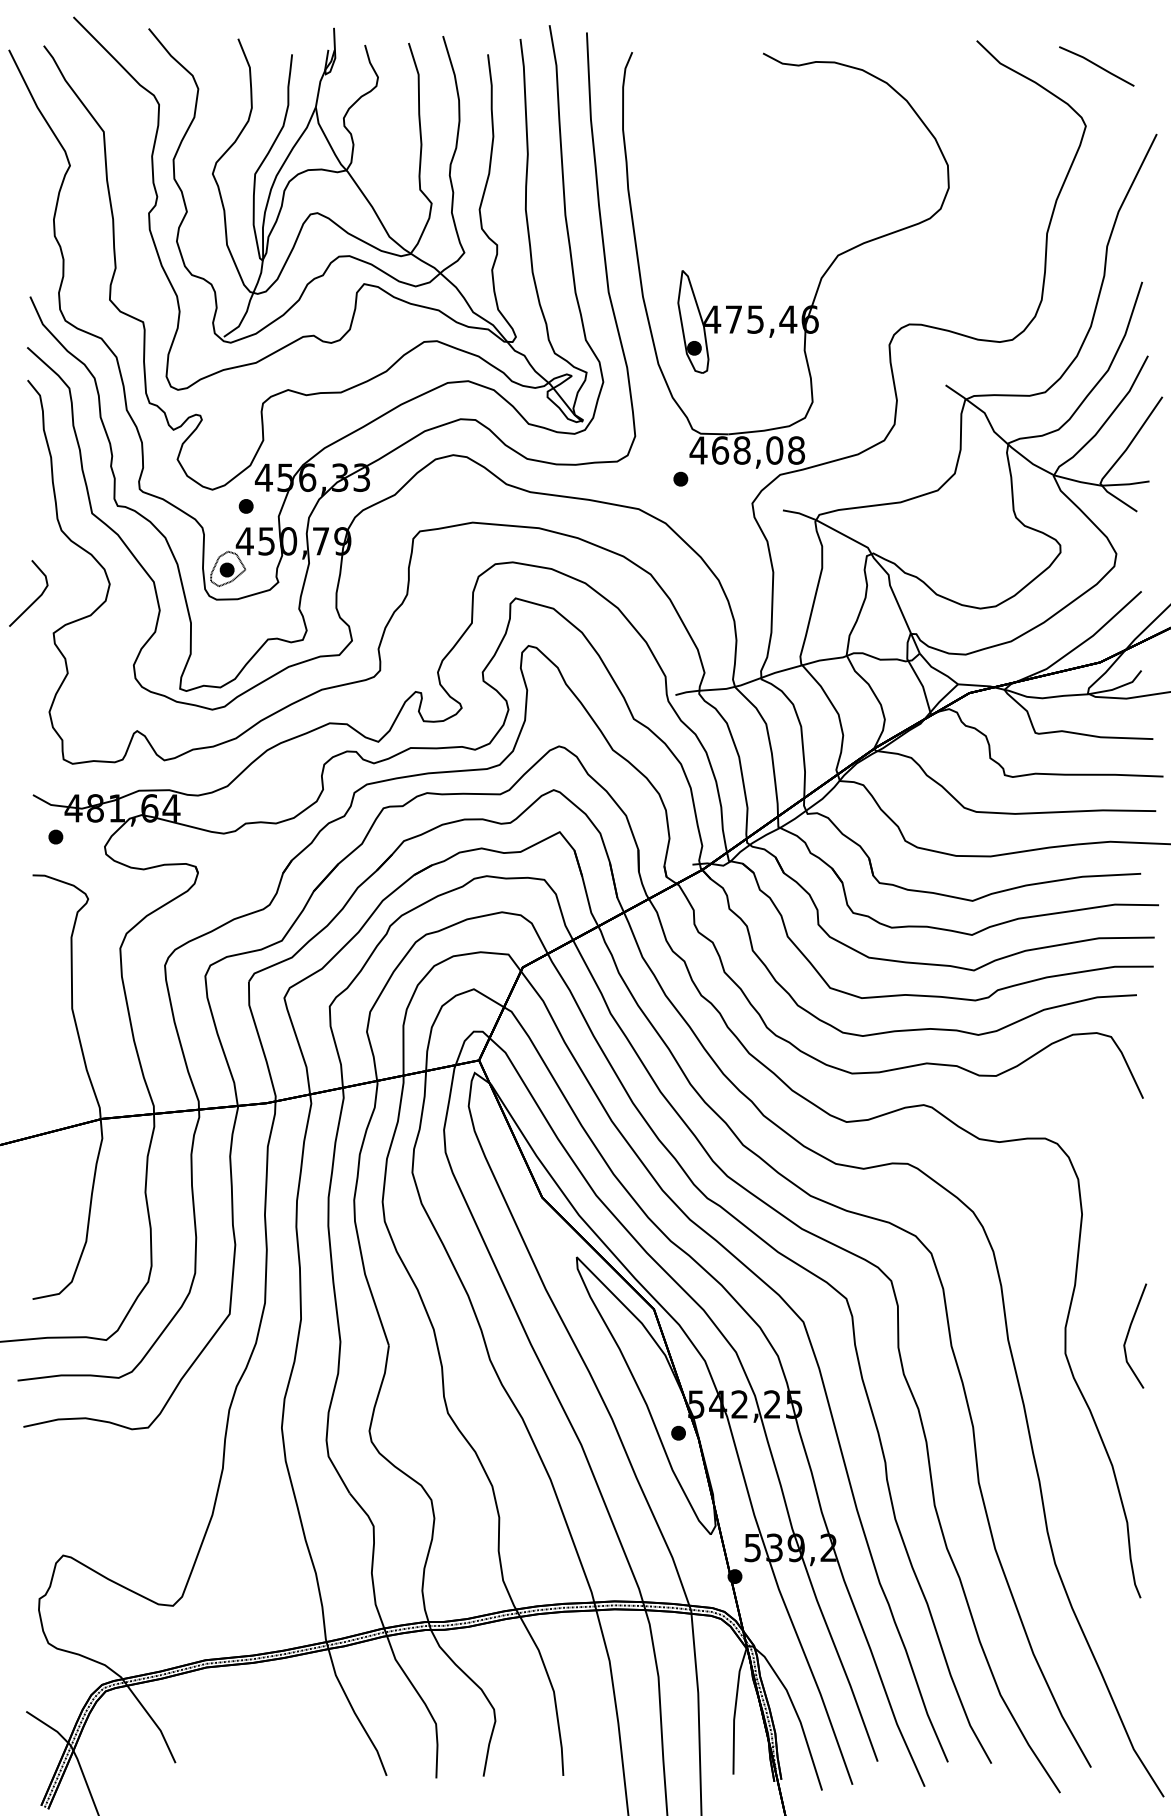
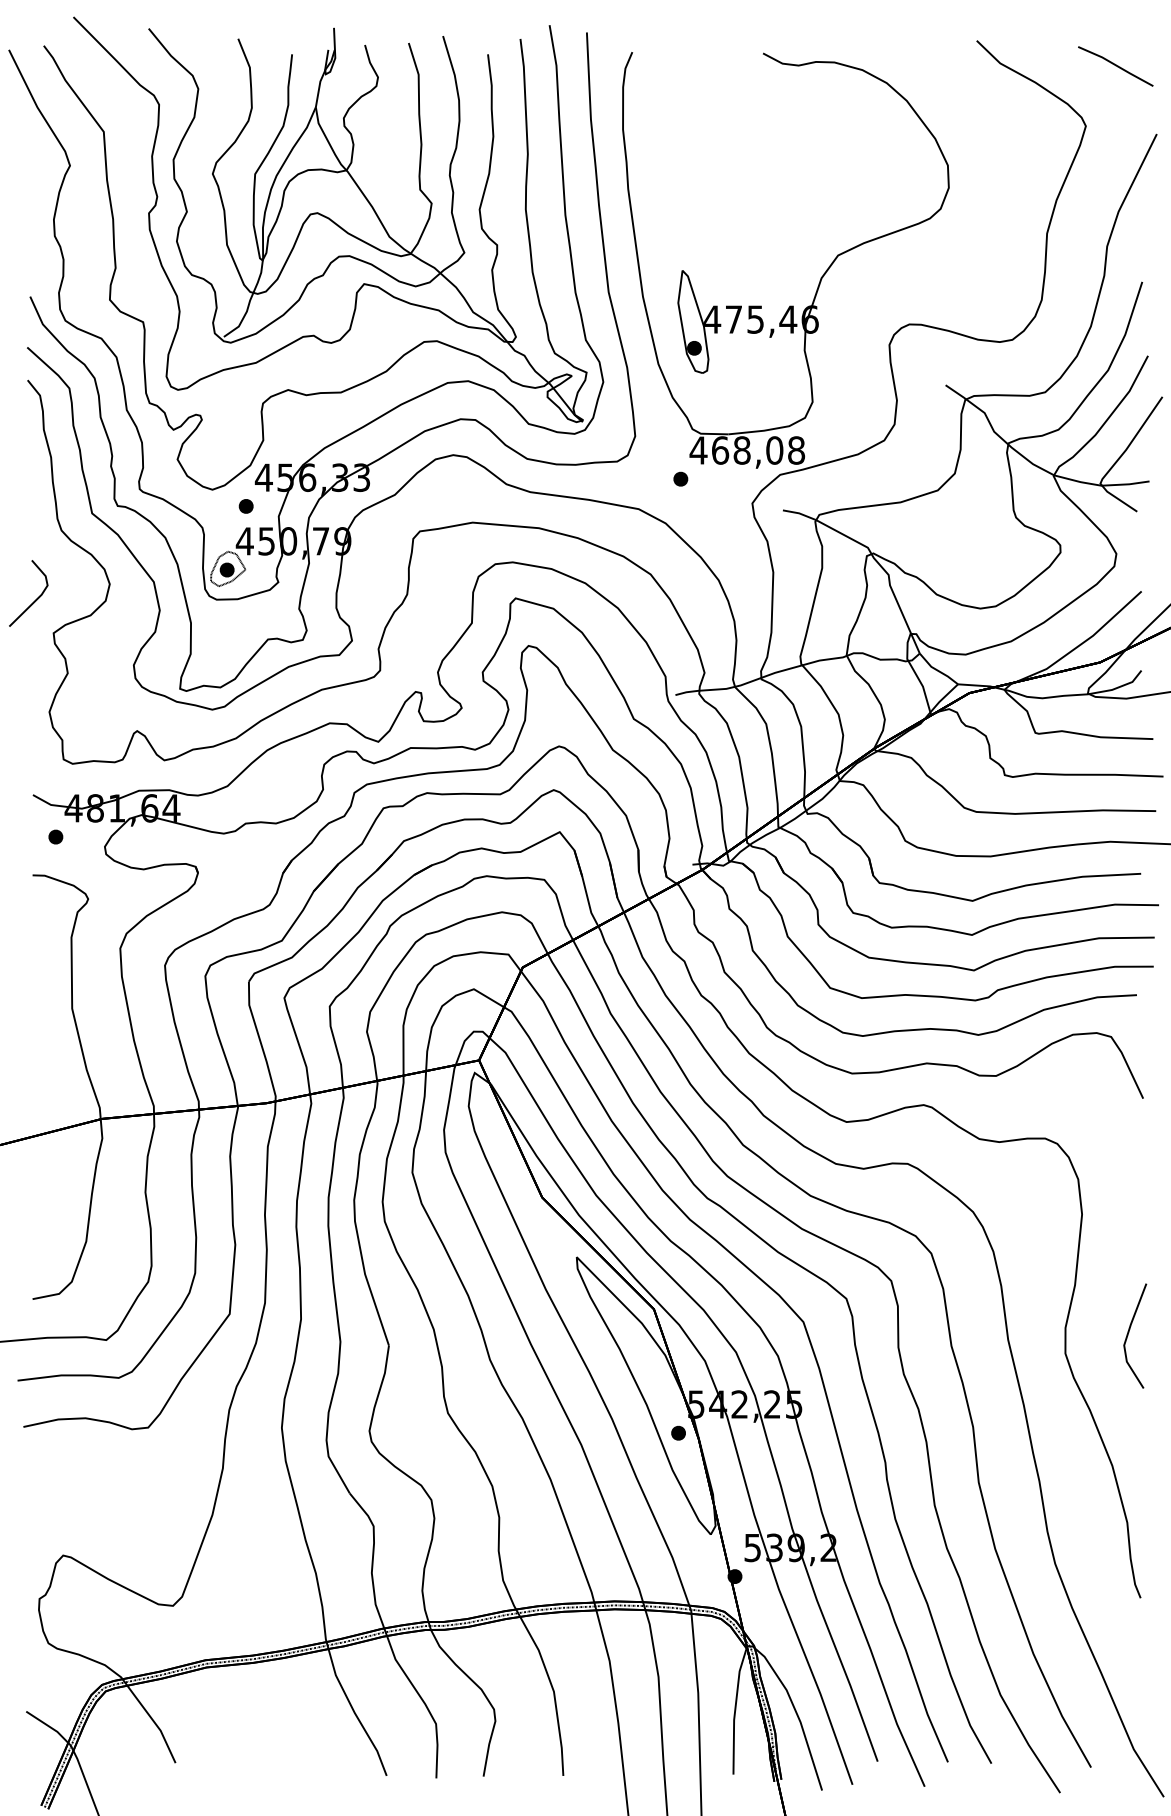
line at (1096, 66) position: (1096, 66) -> (1115, 66)
